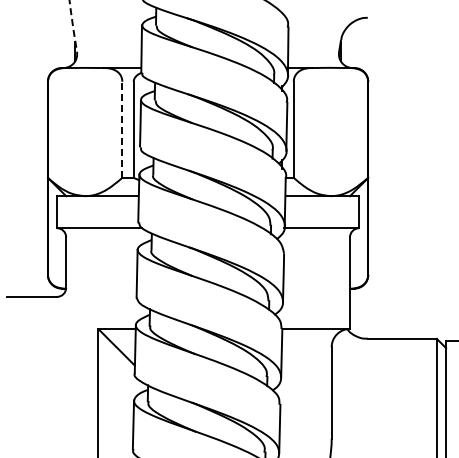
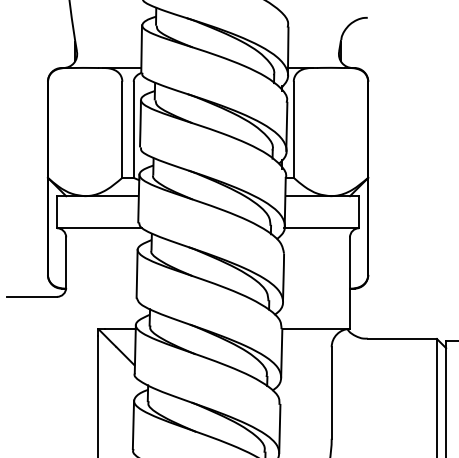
arc at (73, 26): dashed -> solid
line at (122, 129): dashed -> solid
